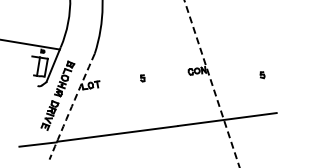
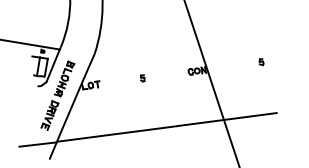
part at (262, 75) position: (262, 75) -> (261, 62)
line at (212, 83): dashed -> solid
arc at (71, 106): dashed -> solid
